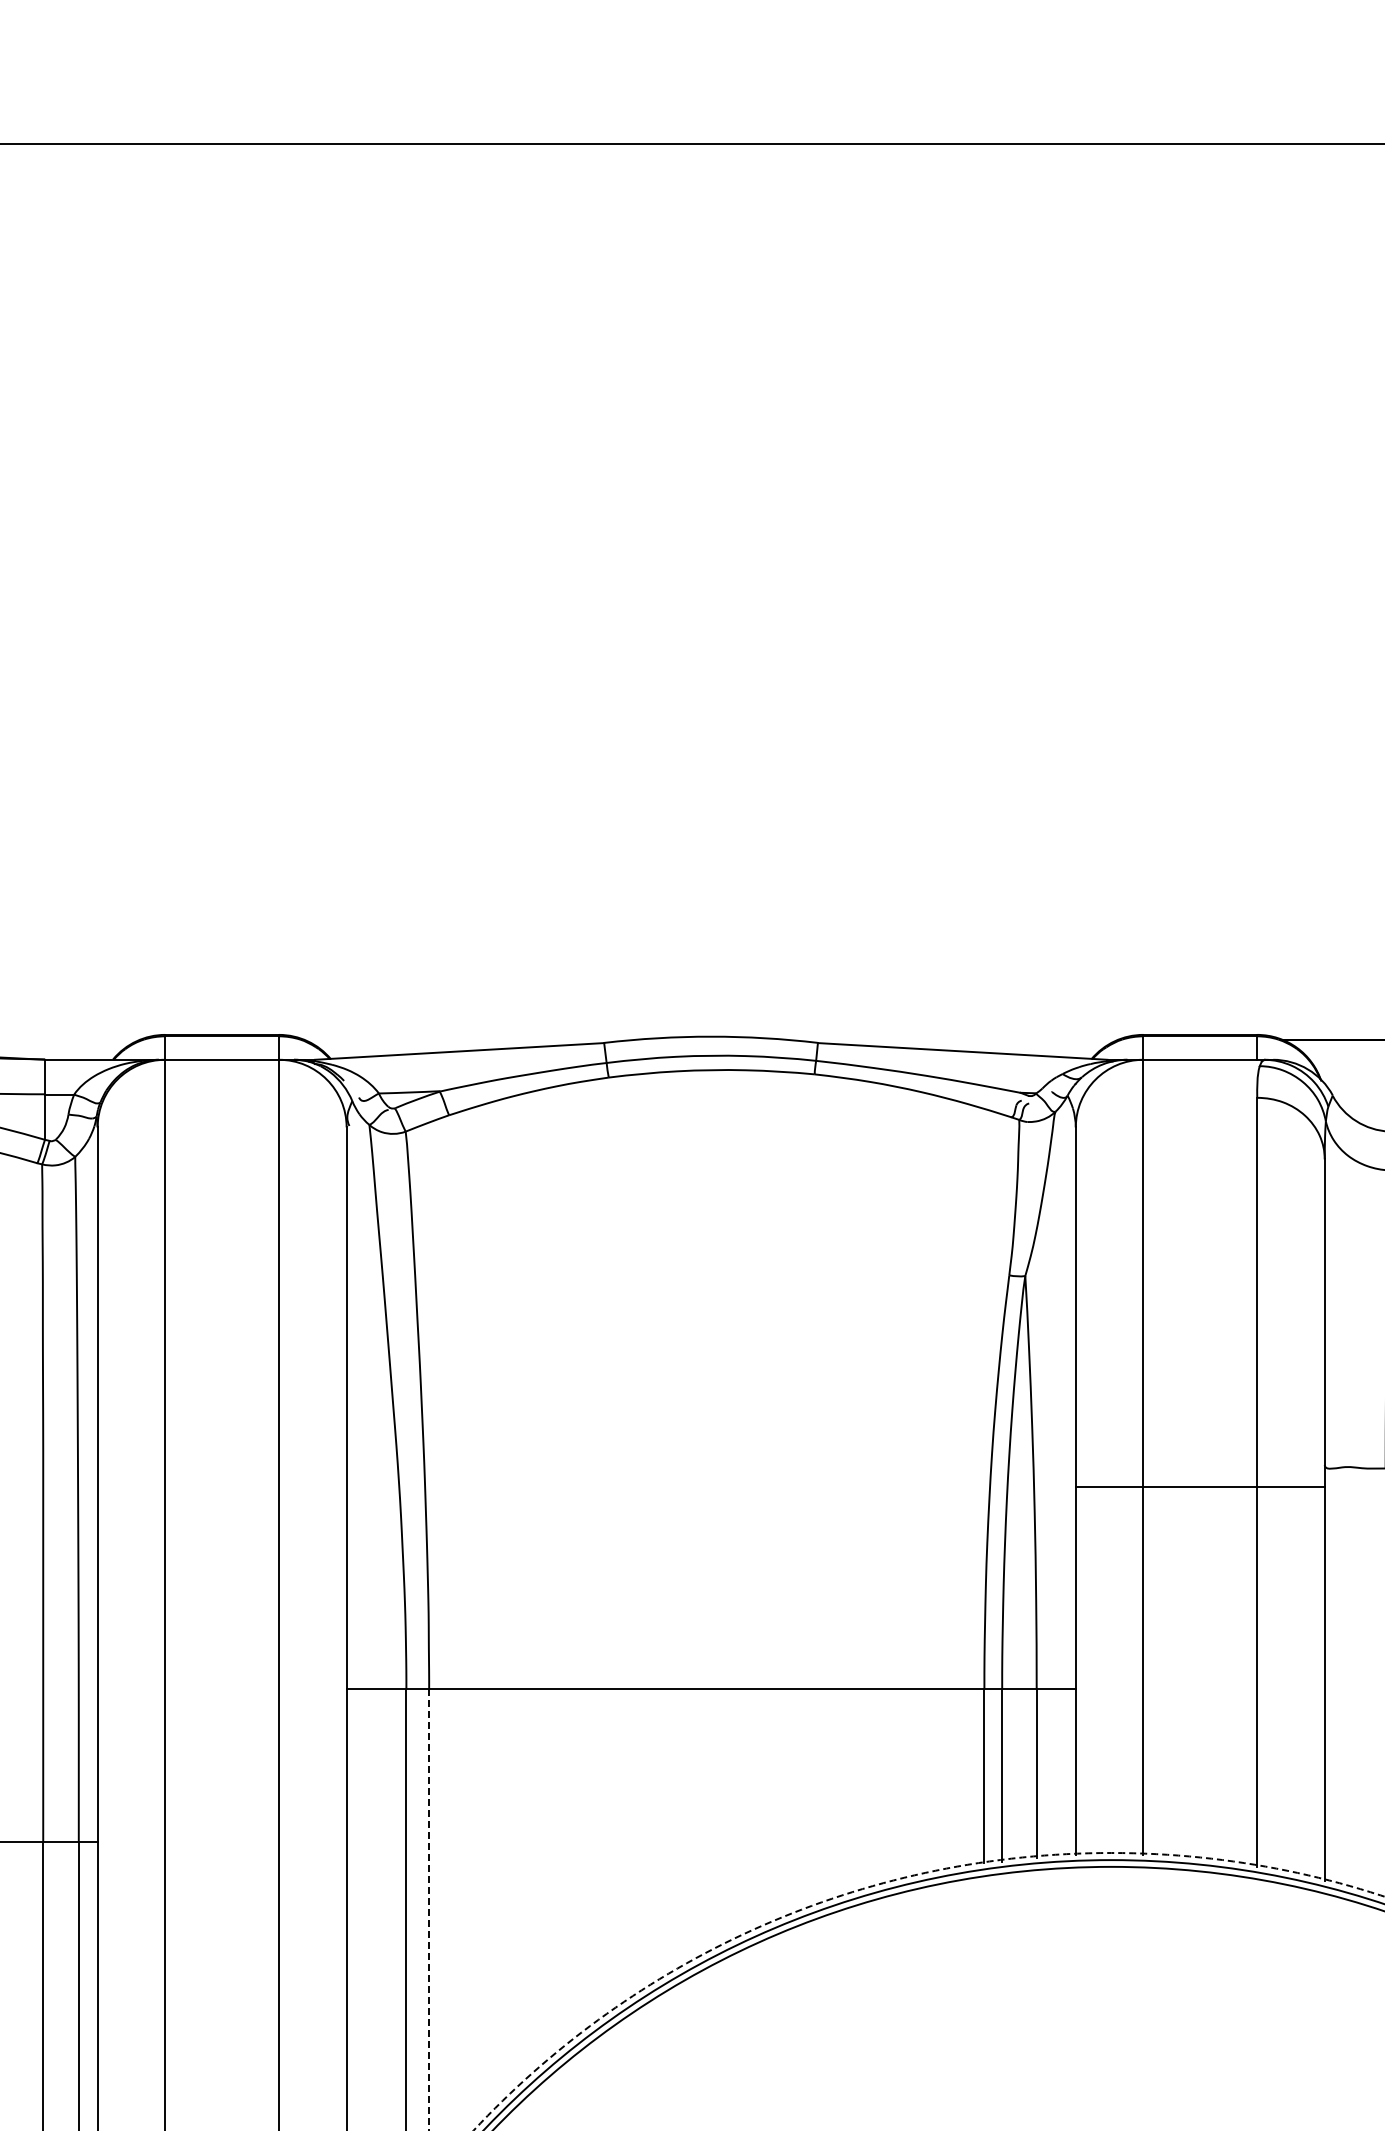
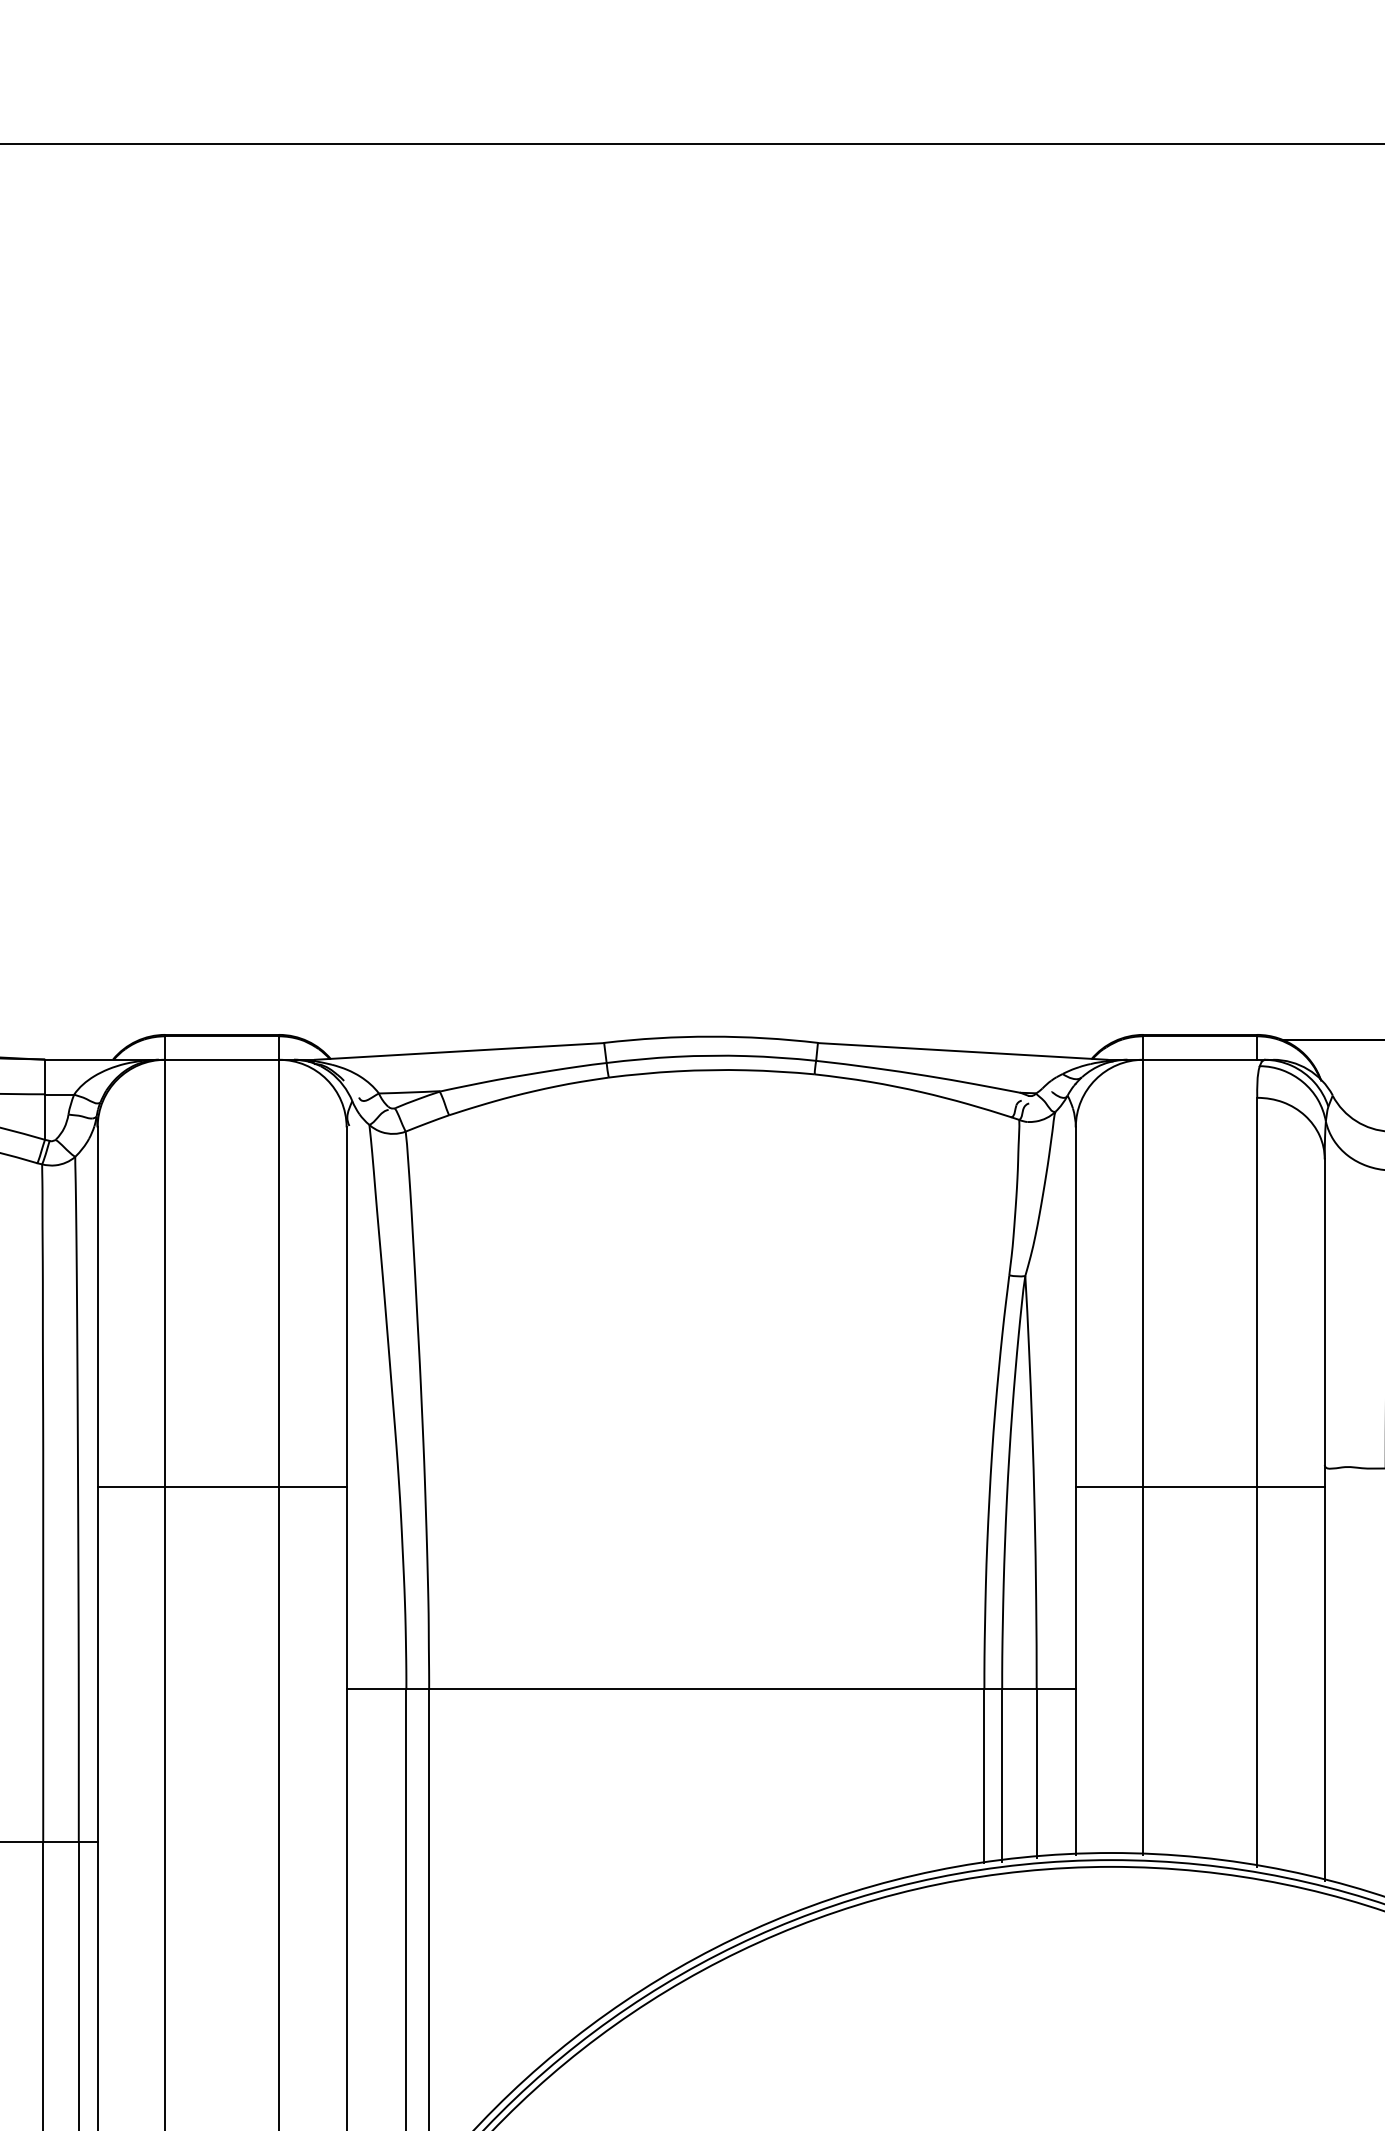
line at (221, 1486): none -> present
line at (429, 1910): dashed -> solid
circle at (928, 1991): dashed -> solid
